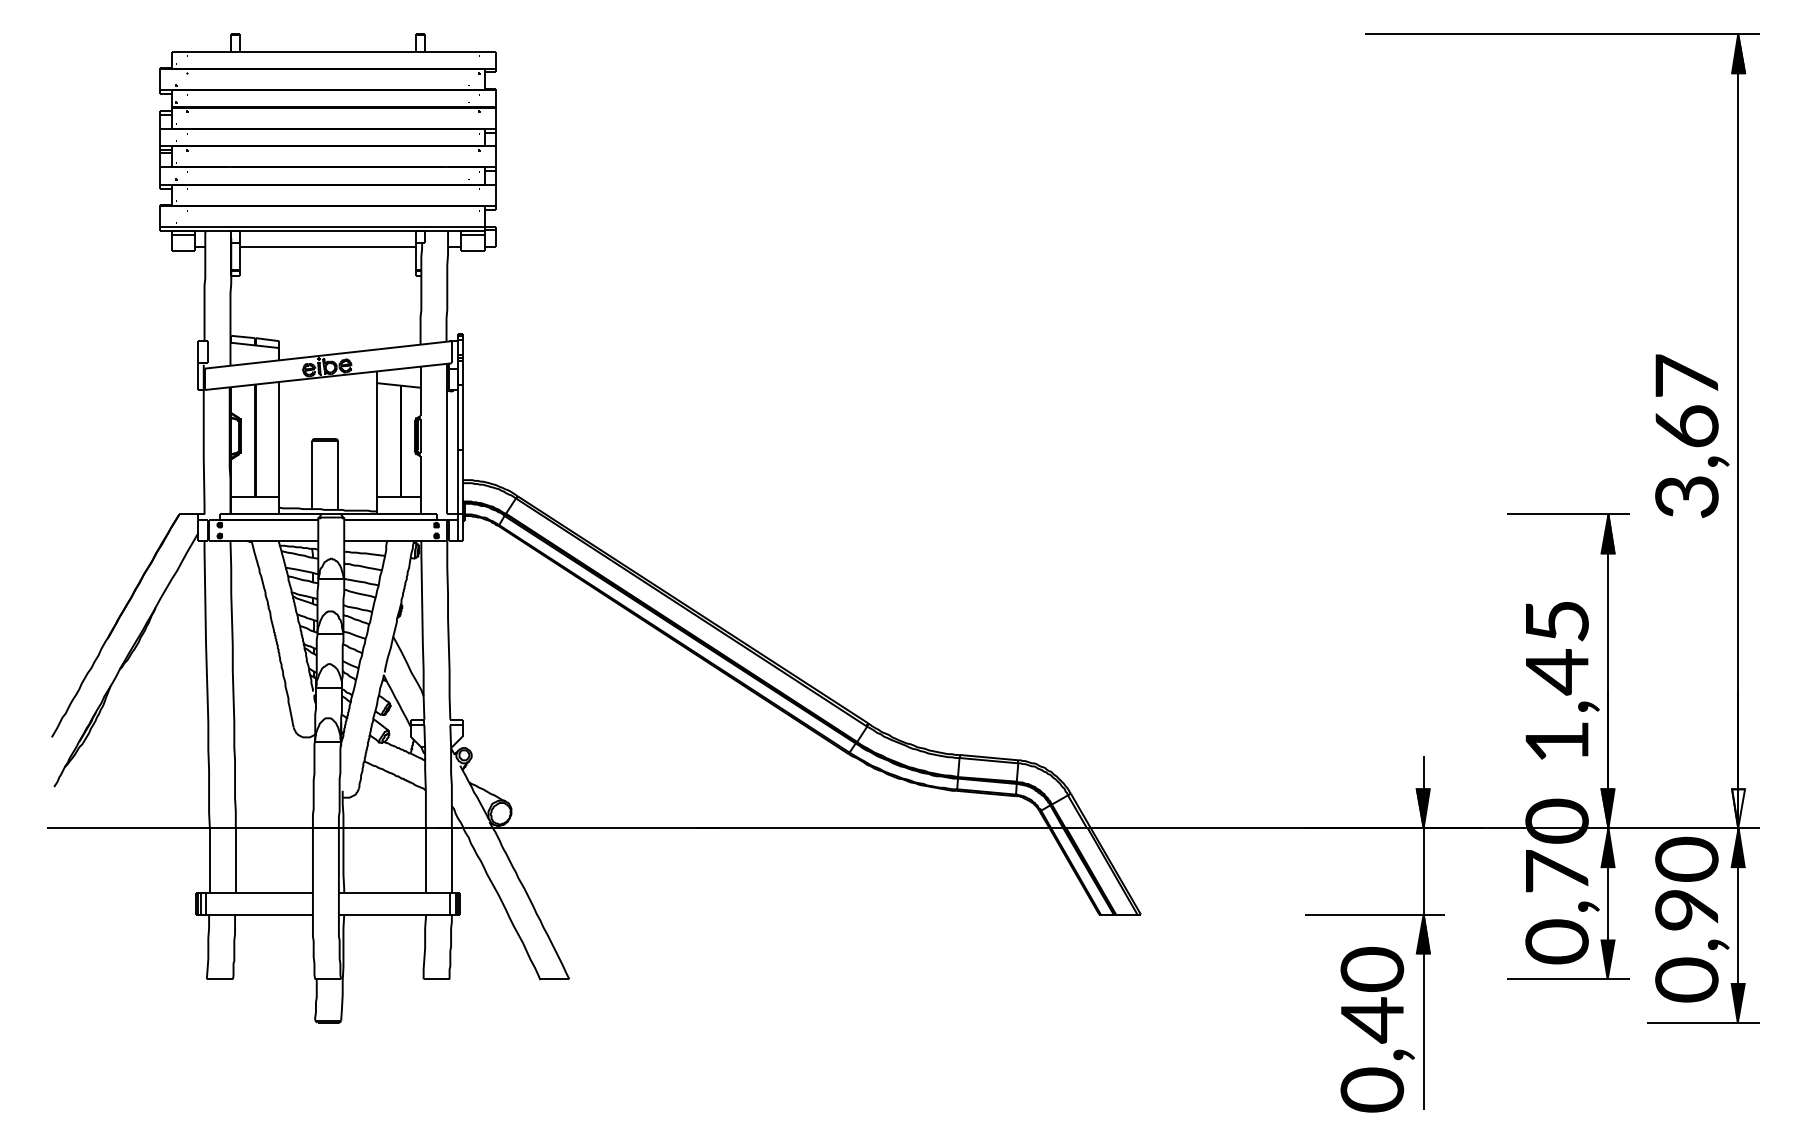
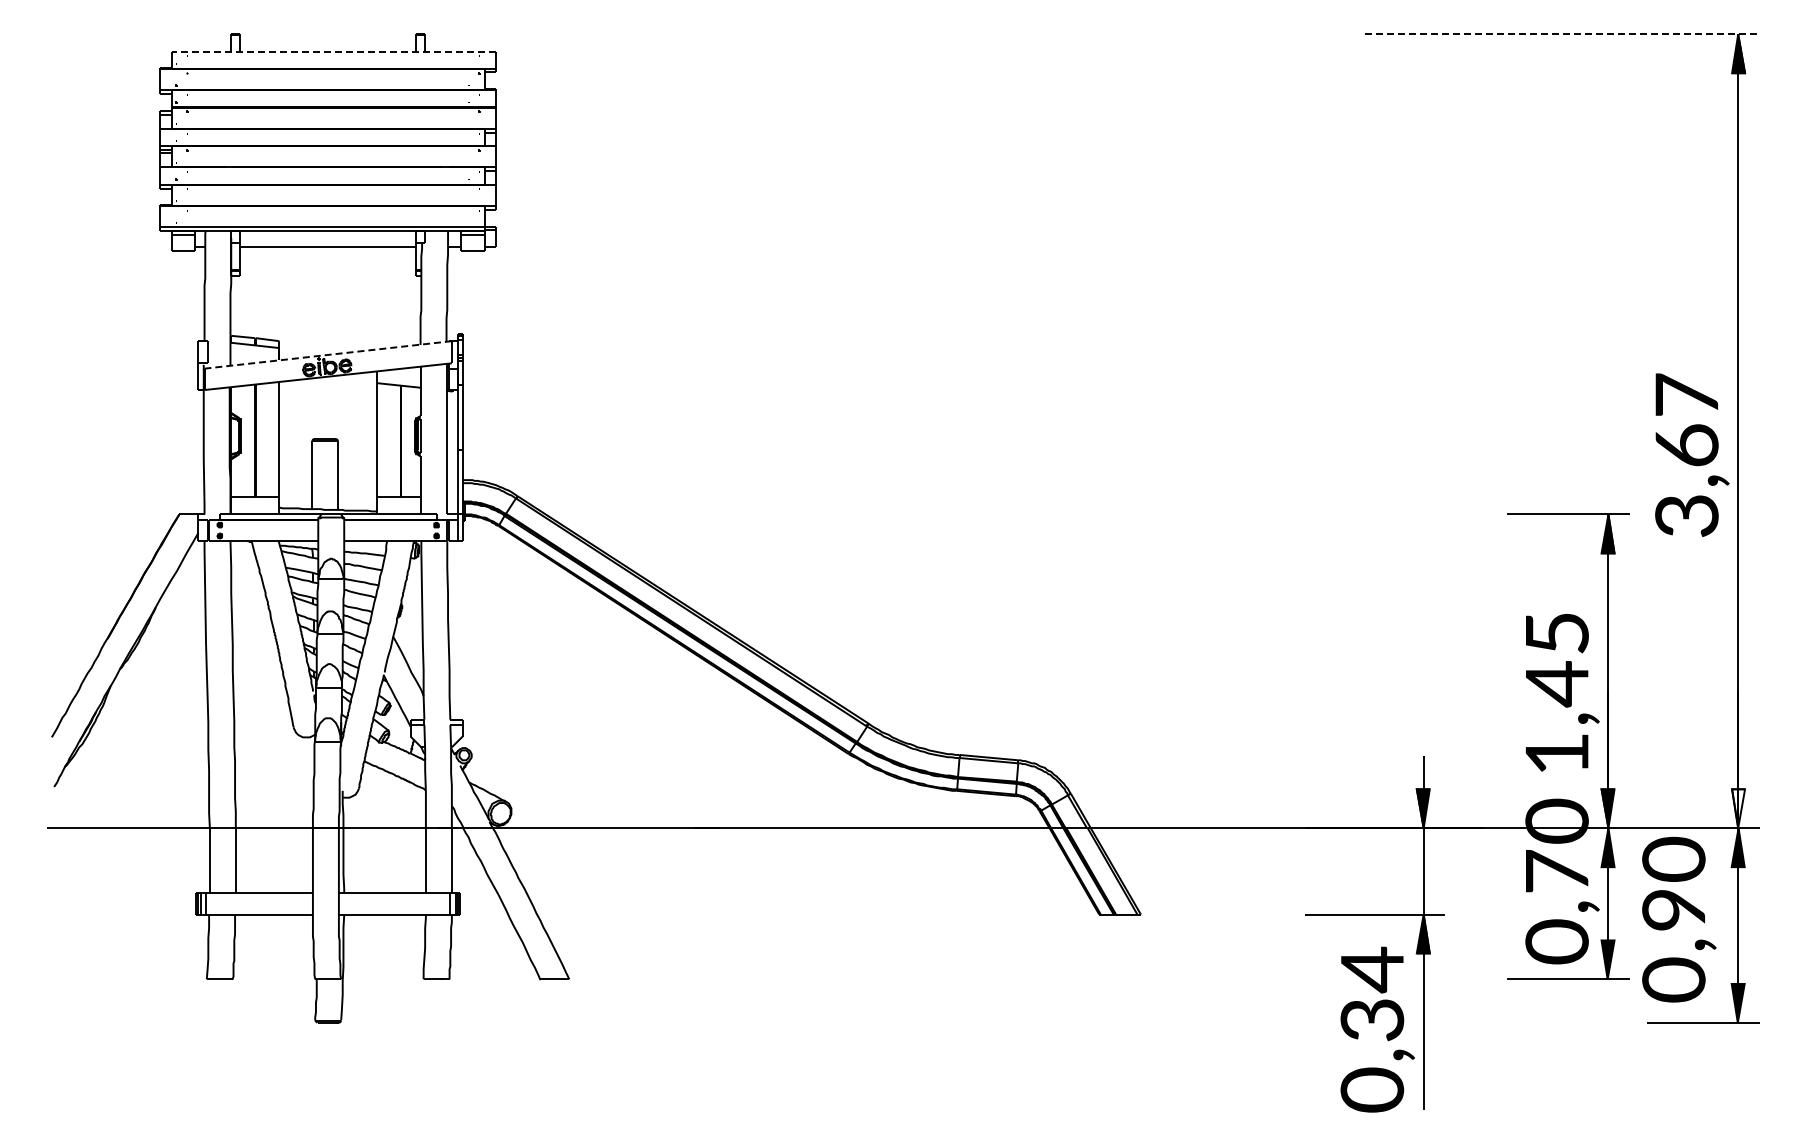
line at (1562, 34): solid -> dashed
line at (333, 51): solid -> dashed
line at (327, 354): solid -> dashed
text at (1692, 436) position: (1692, 436) -> (1692, 455)
text at (1562, 680) position: (1562, 680) -> (1562, 692)
text at (1692, 919) position: (1692, 919) -> (1679, 919)
text at (1372, 994): 0,40 -> 0,34
